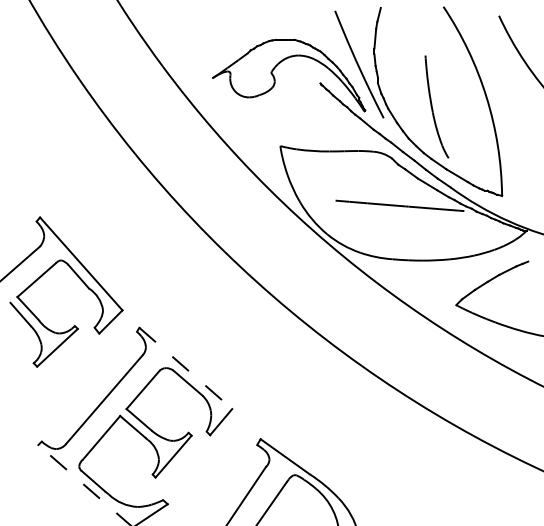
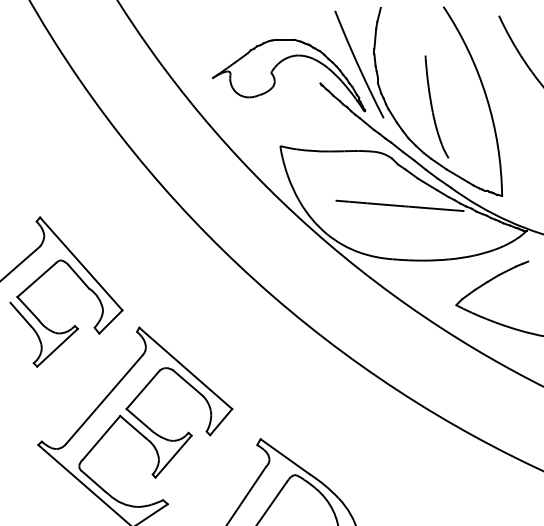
line at (185, 368): dashed -> solid
line at (84, 484): dashed -> solid
